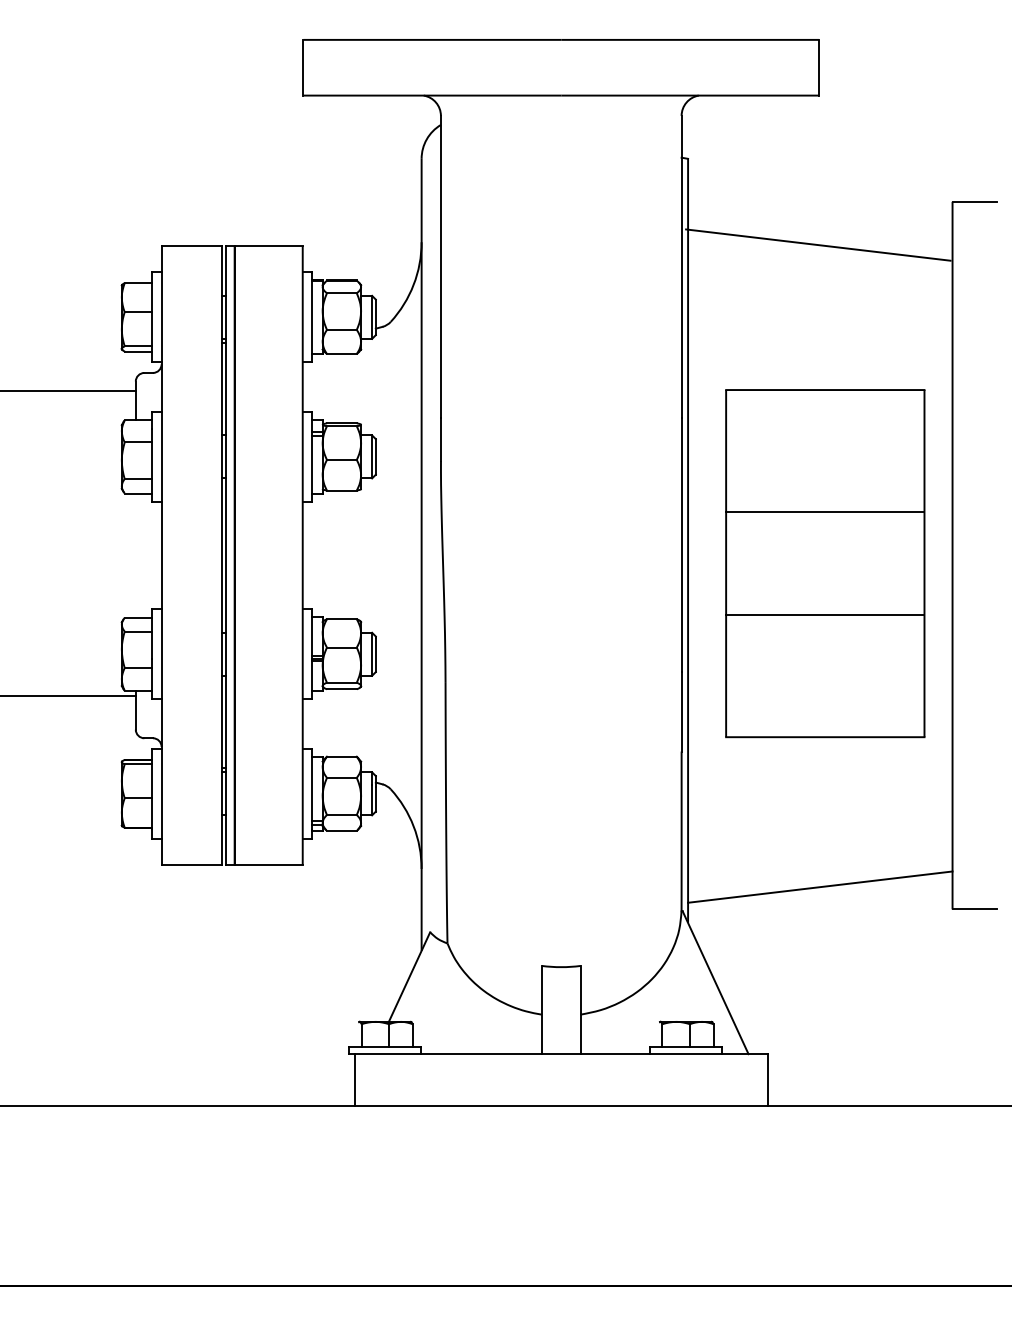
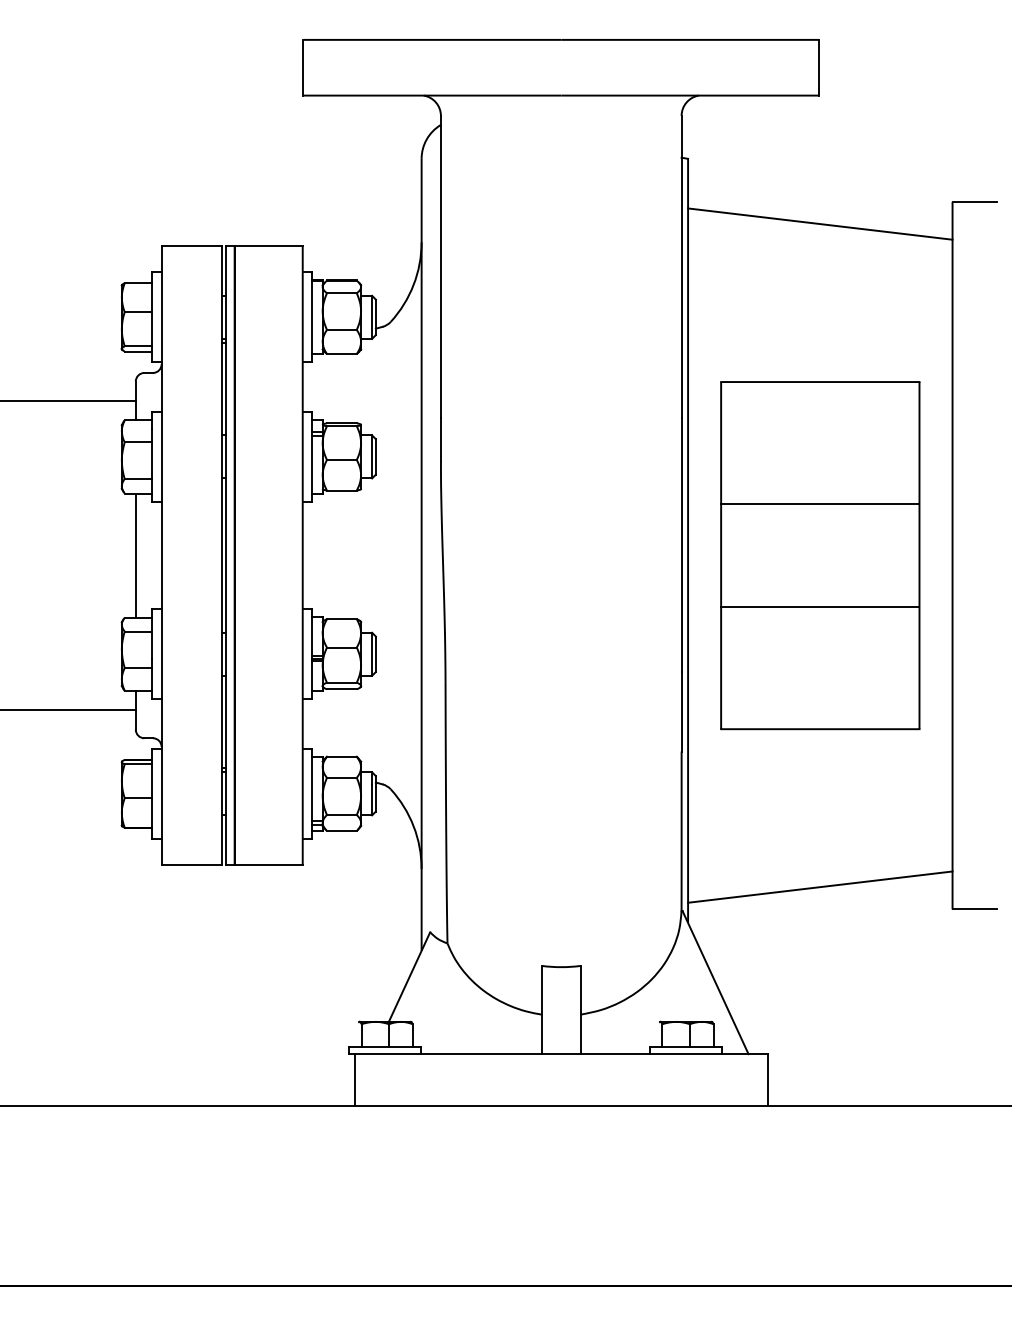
line at (818, 244) position: (818, 244) -> (820, 223)
line at (68, 390) position: (68, 390) -> (68, 400)
line at (135, 555): none -> present
part at (825, 563) position: (825, 563) -> (820, 555)
line at (68, 696) position: (68, 696) -> (68, 710)
